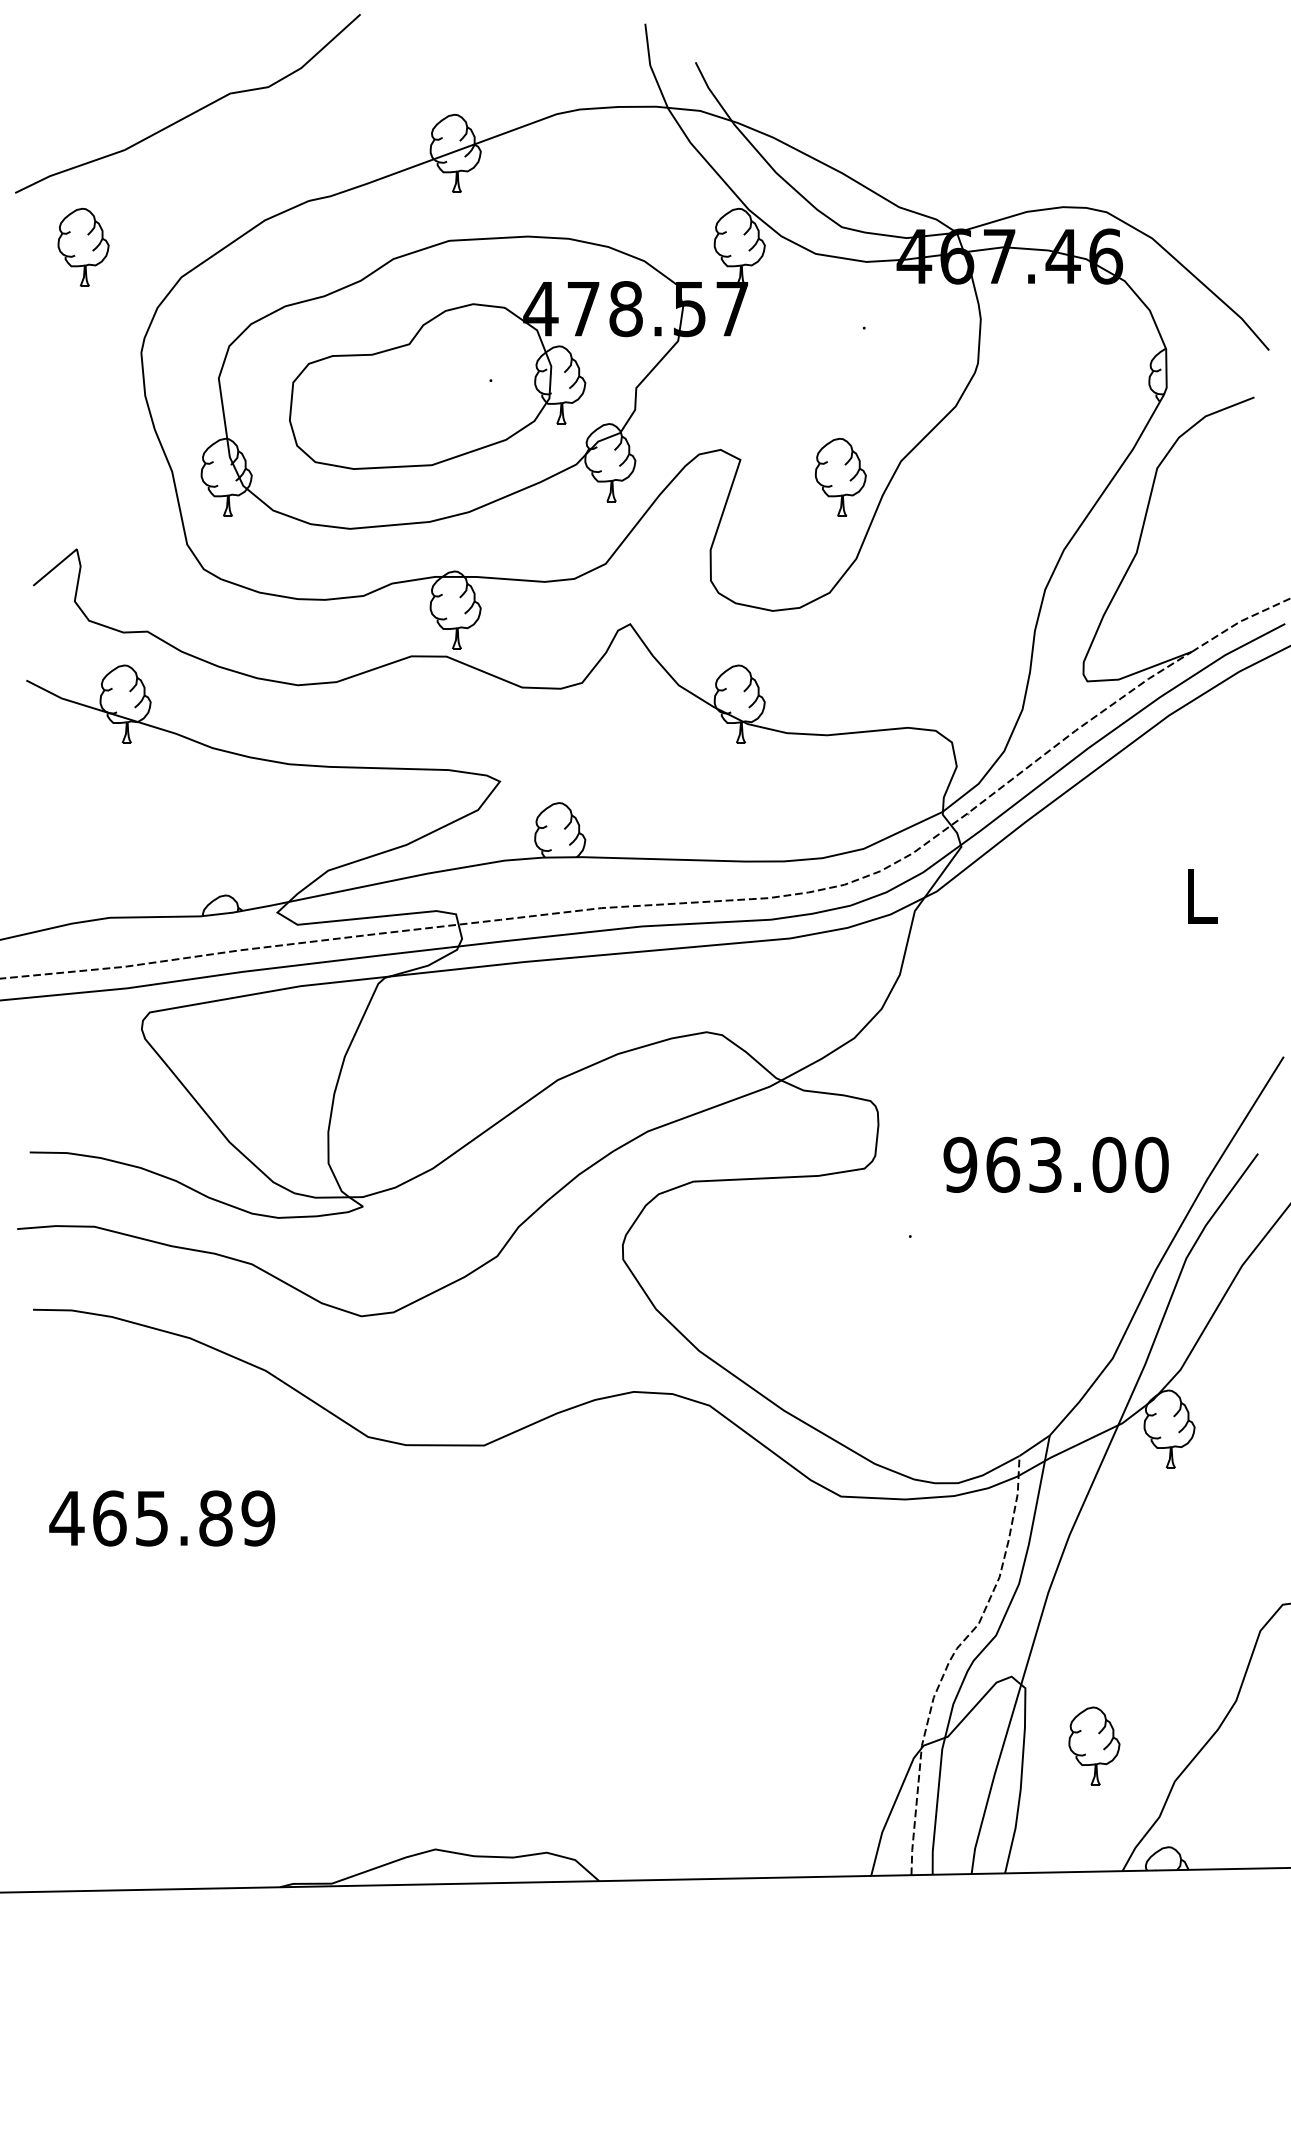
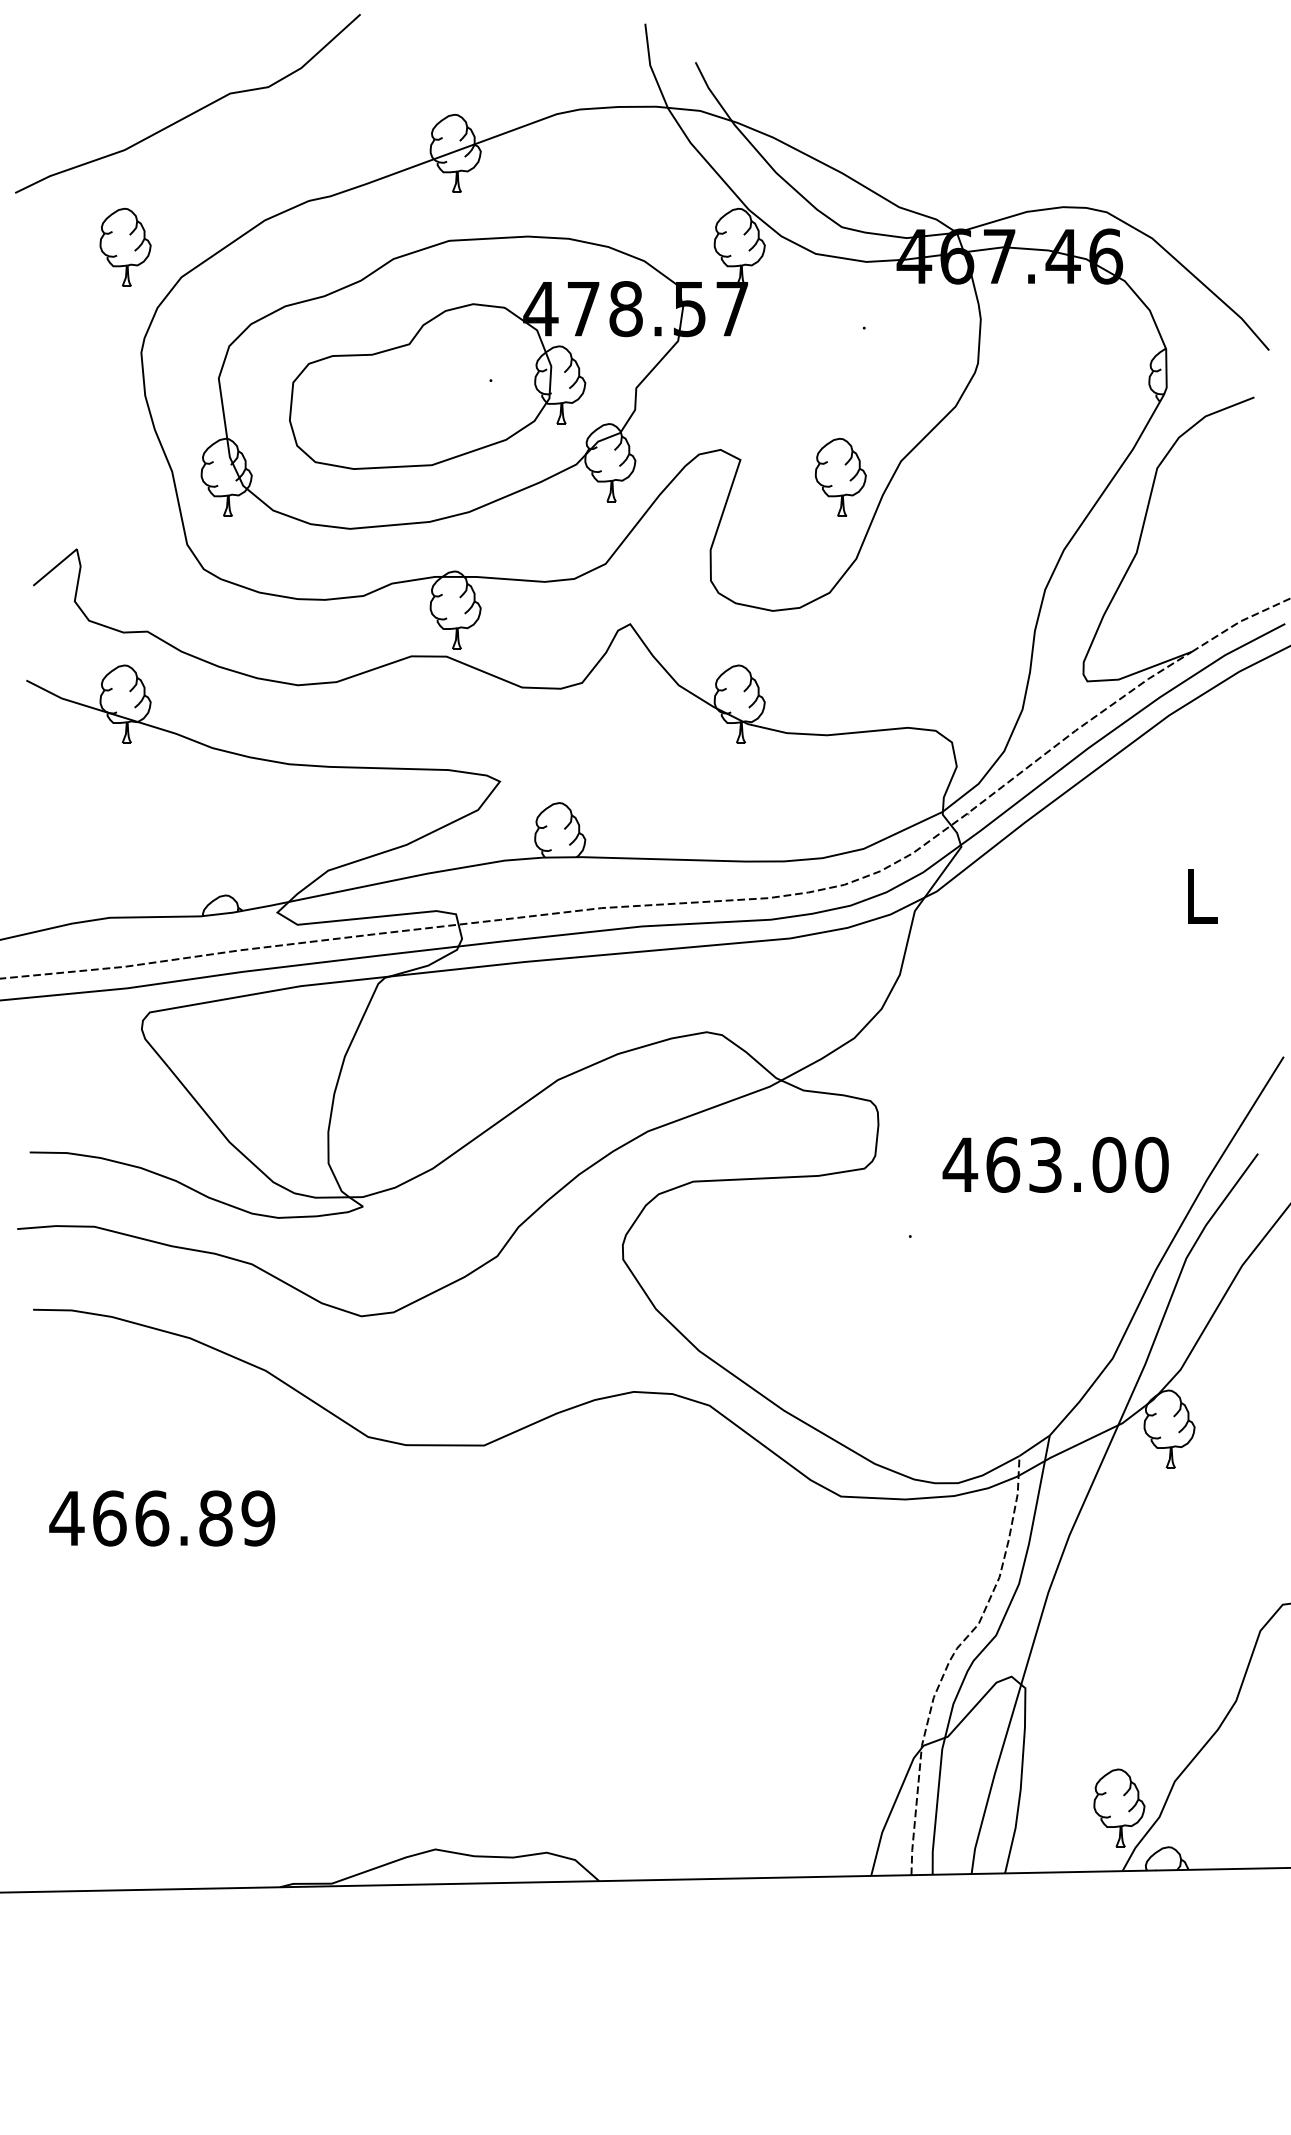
part at (83, 246) position: (83, 246) -> (125, 246)
text at (960, 1164): 963.00 -> 463.00
text at (152, 1518): 465.89 -> 466.89
part at (1094, 1745) position: (1094, 1745) -> (1119, 1807)
